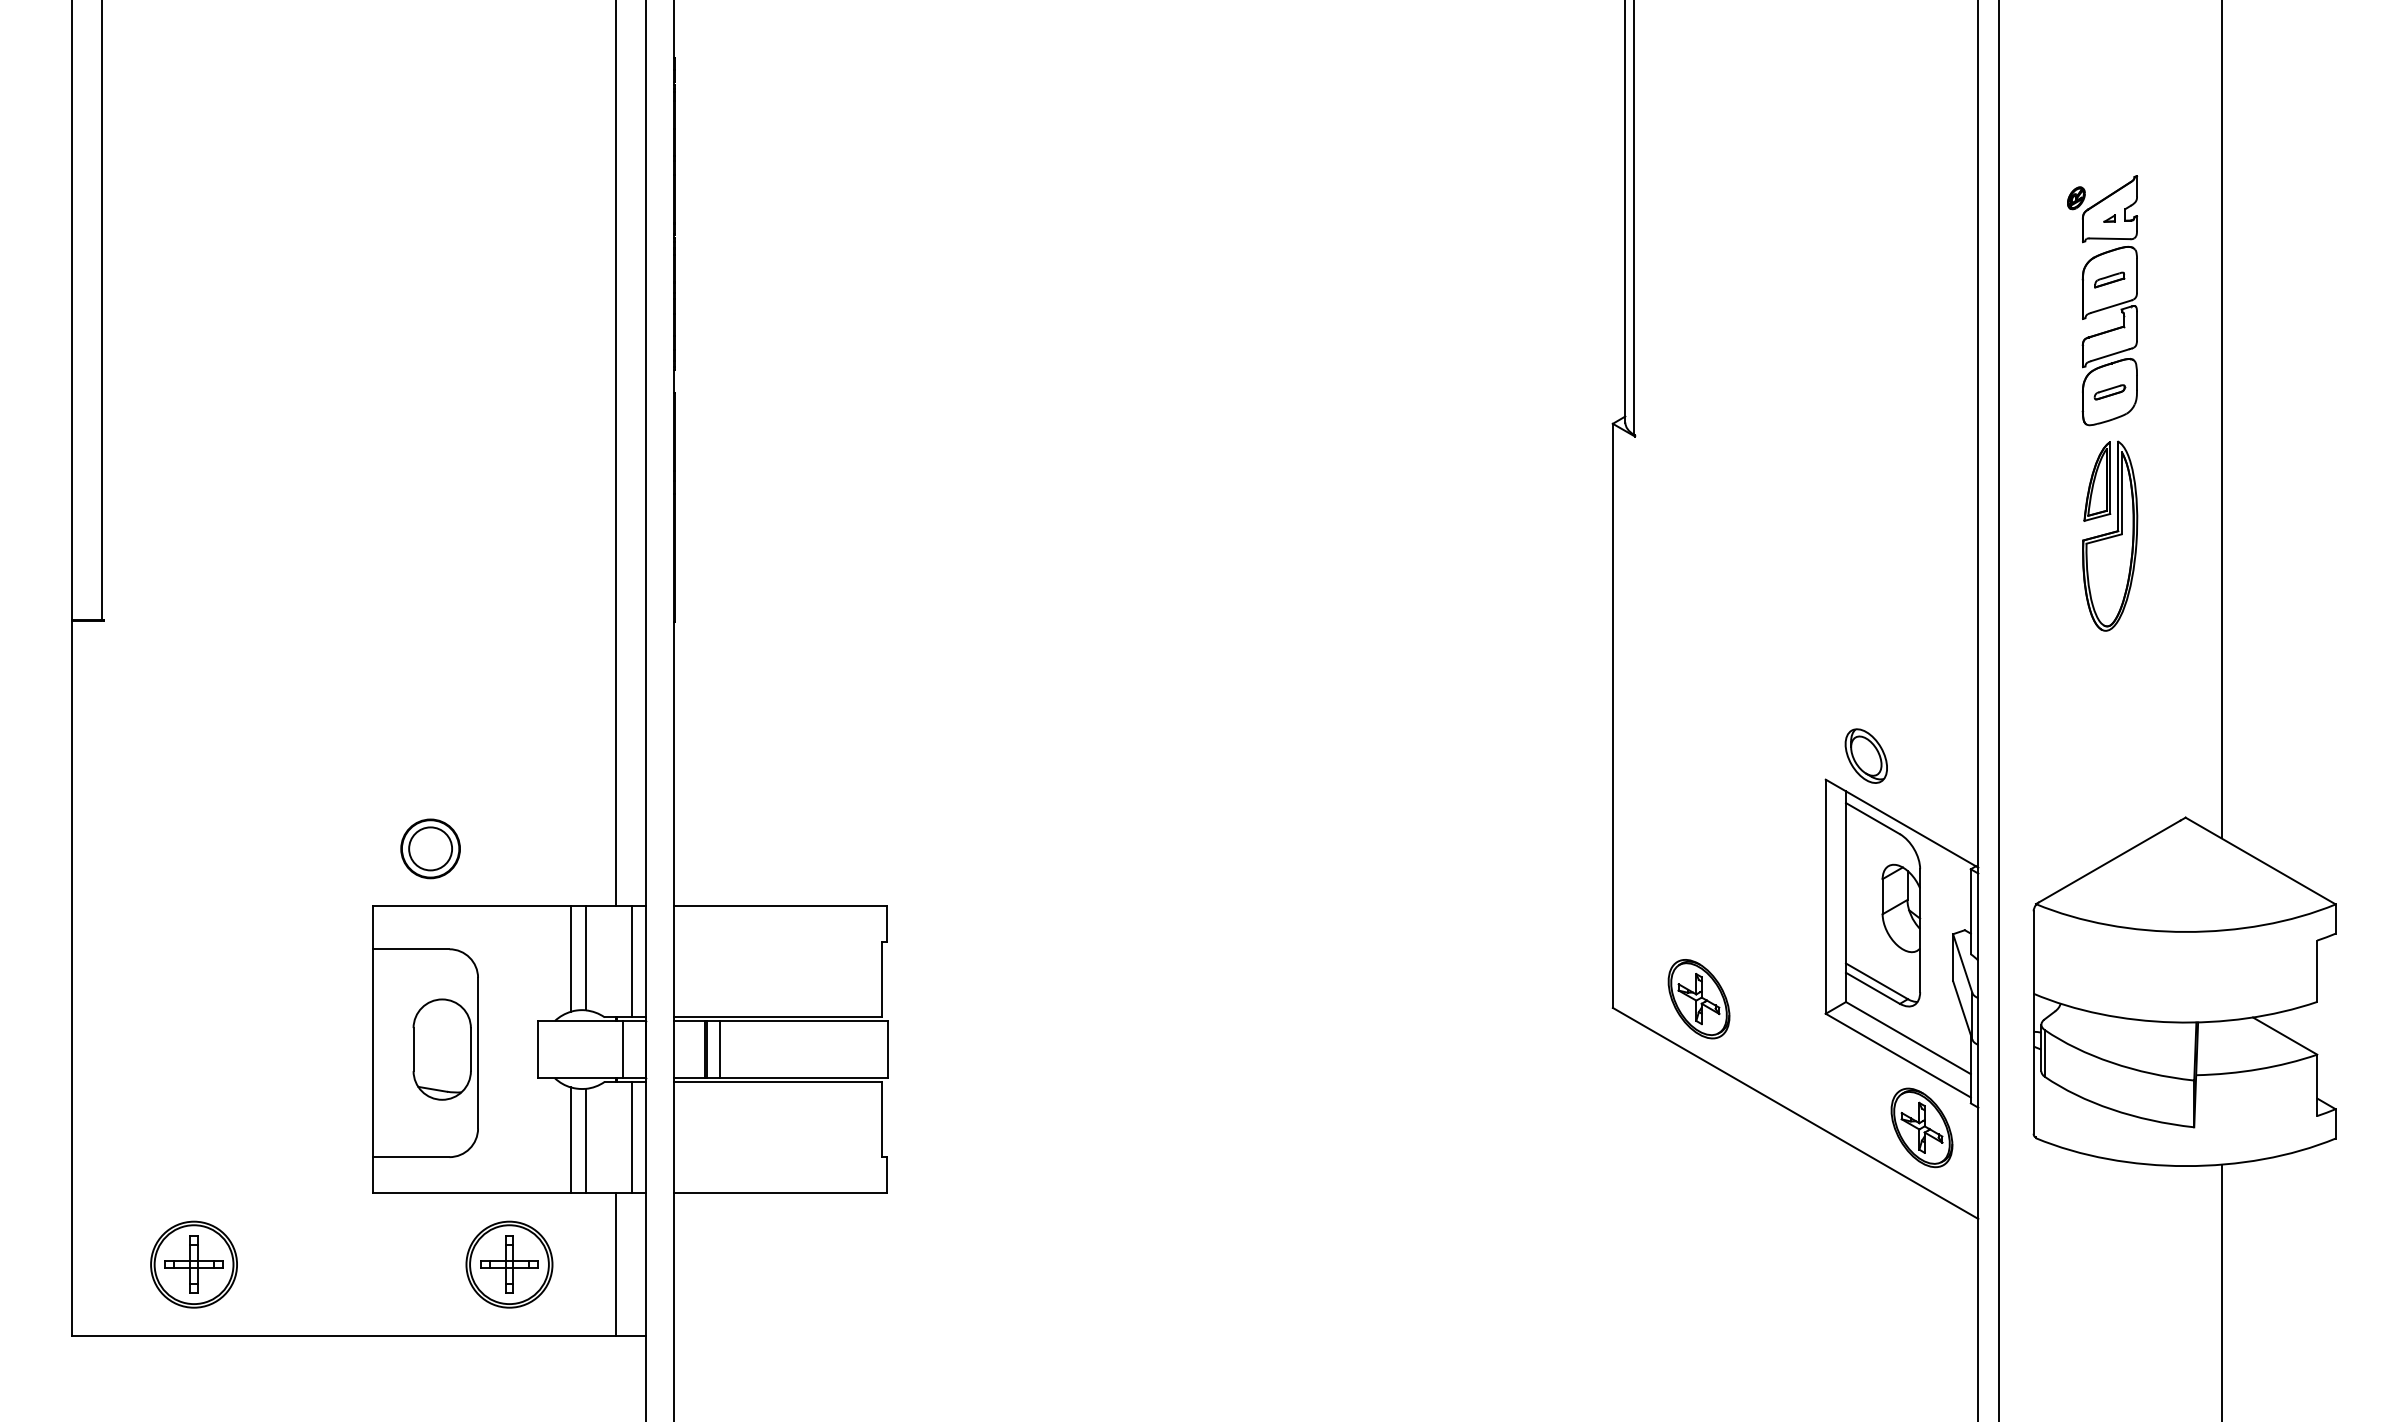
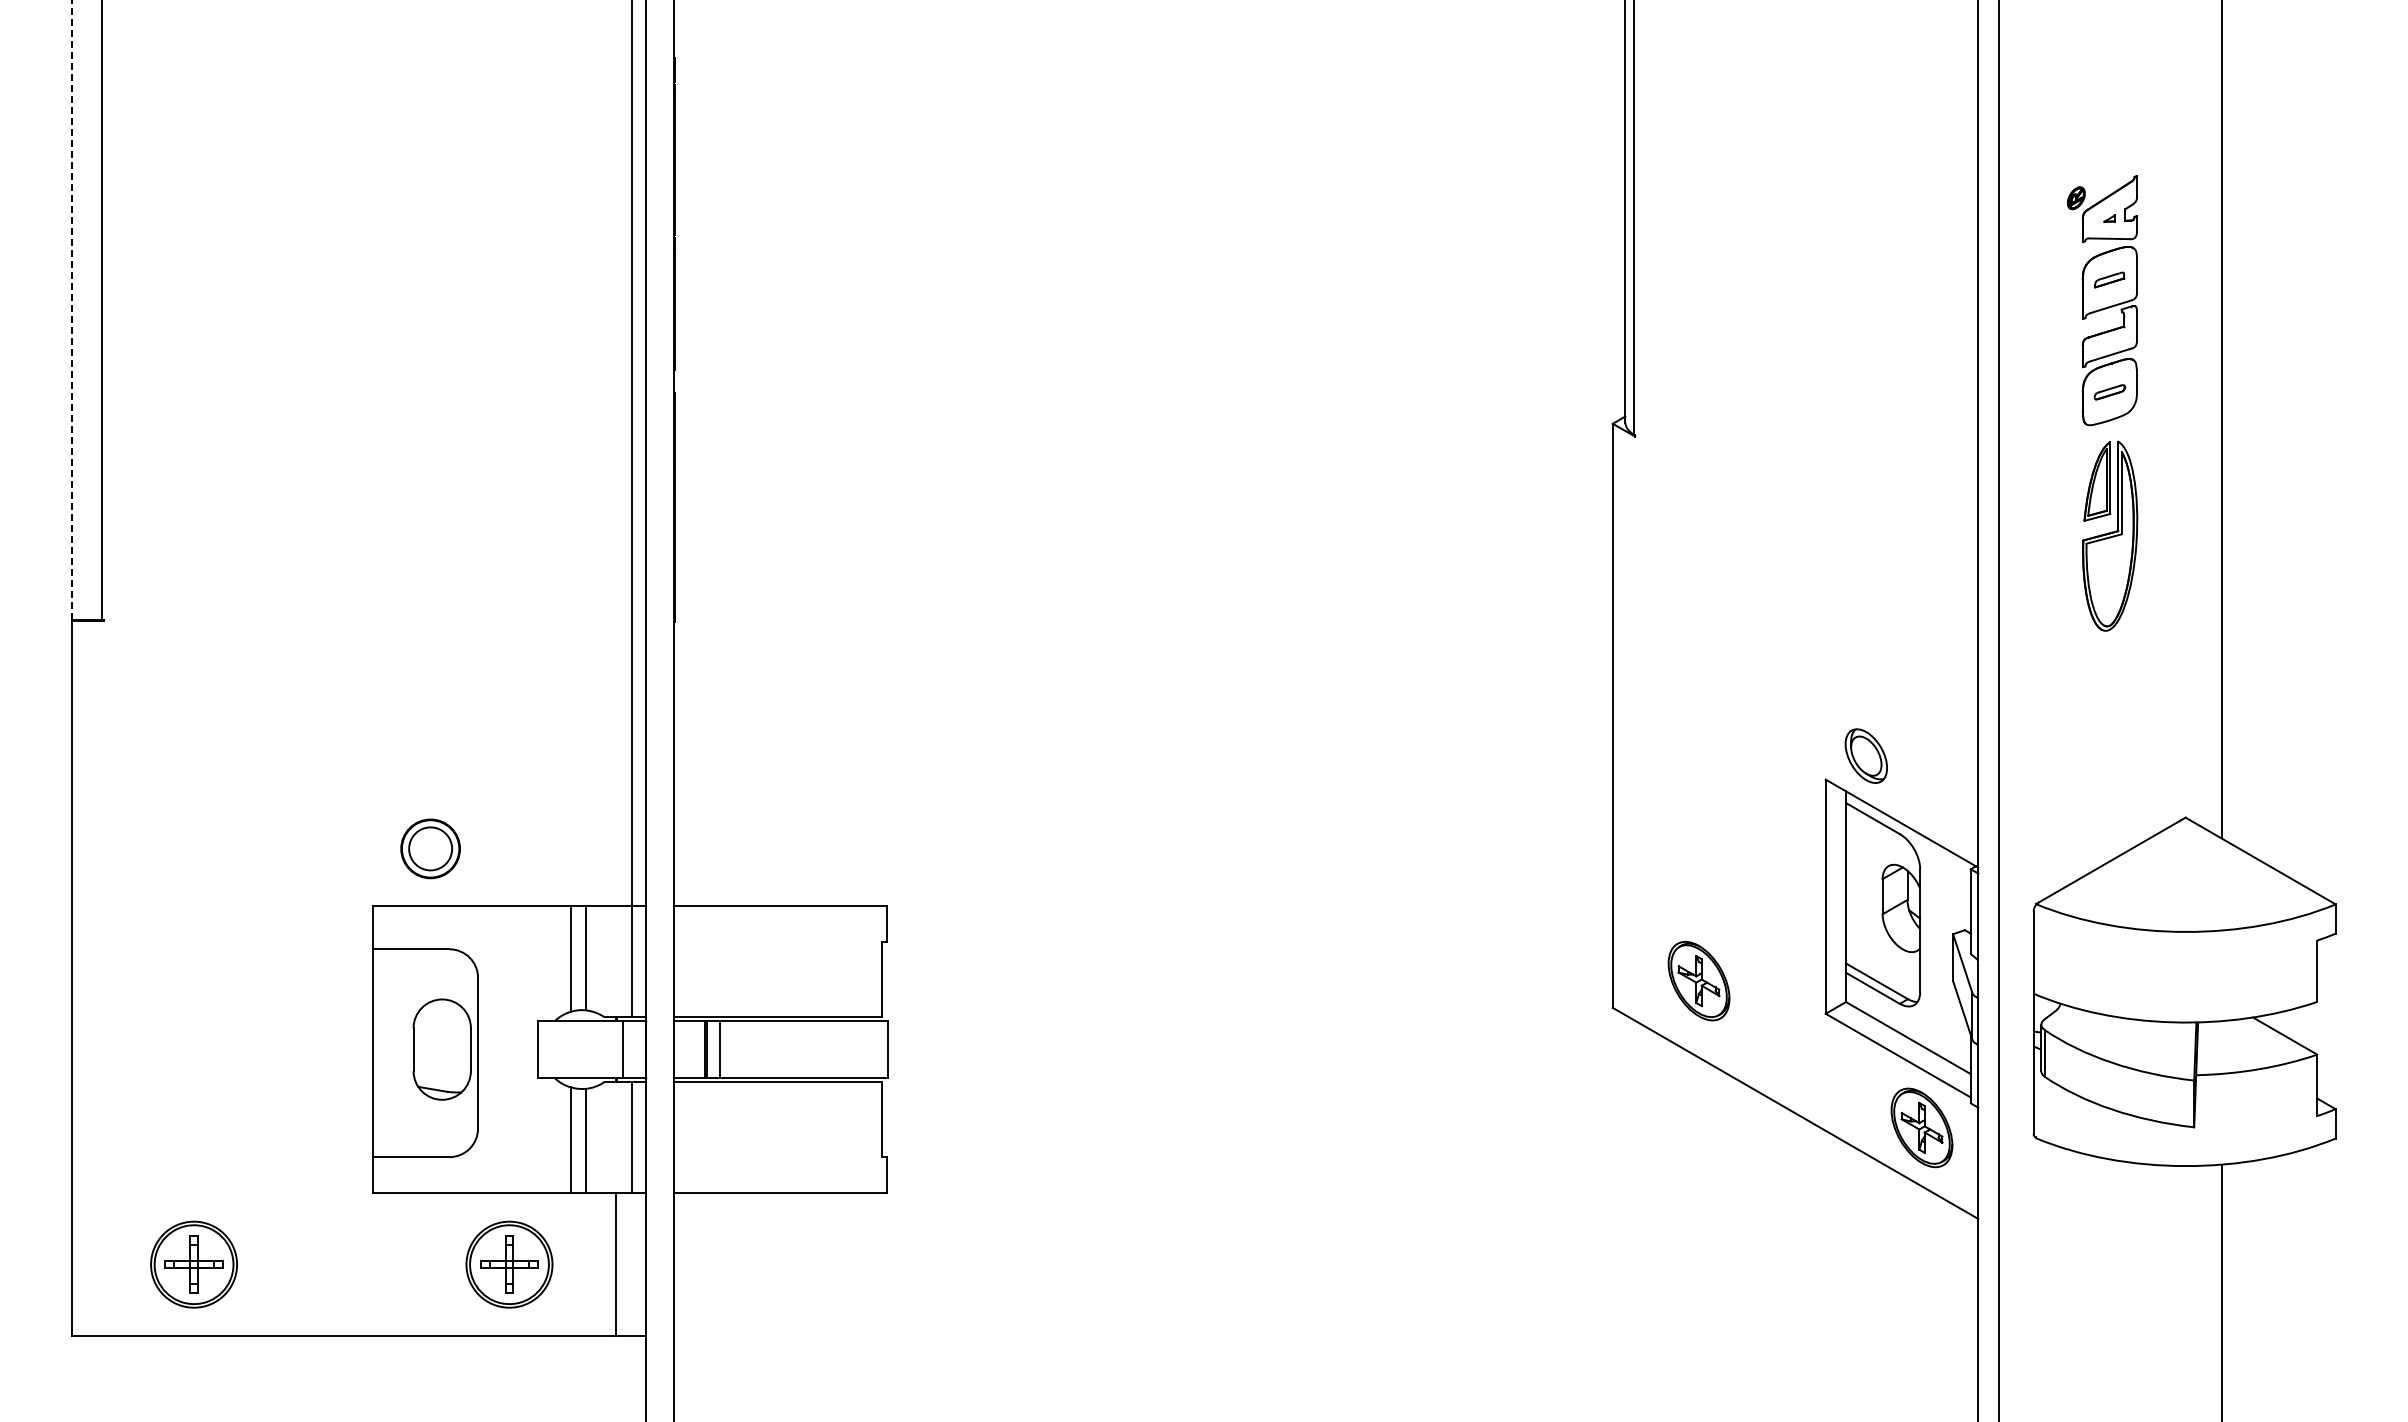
line at (72, 309): solid -> dashed
line at (615, 454) position: (615, 454) -> (631, 454)
part at (1698, 999) position: (1698, 999) -> (1698, 981)
